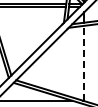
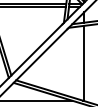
line at (84, 62): dashed -> solid
